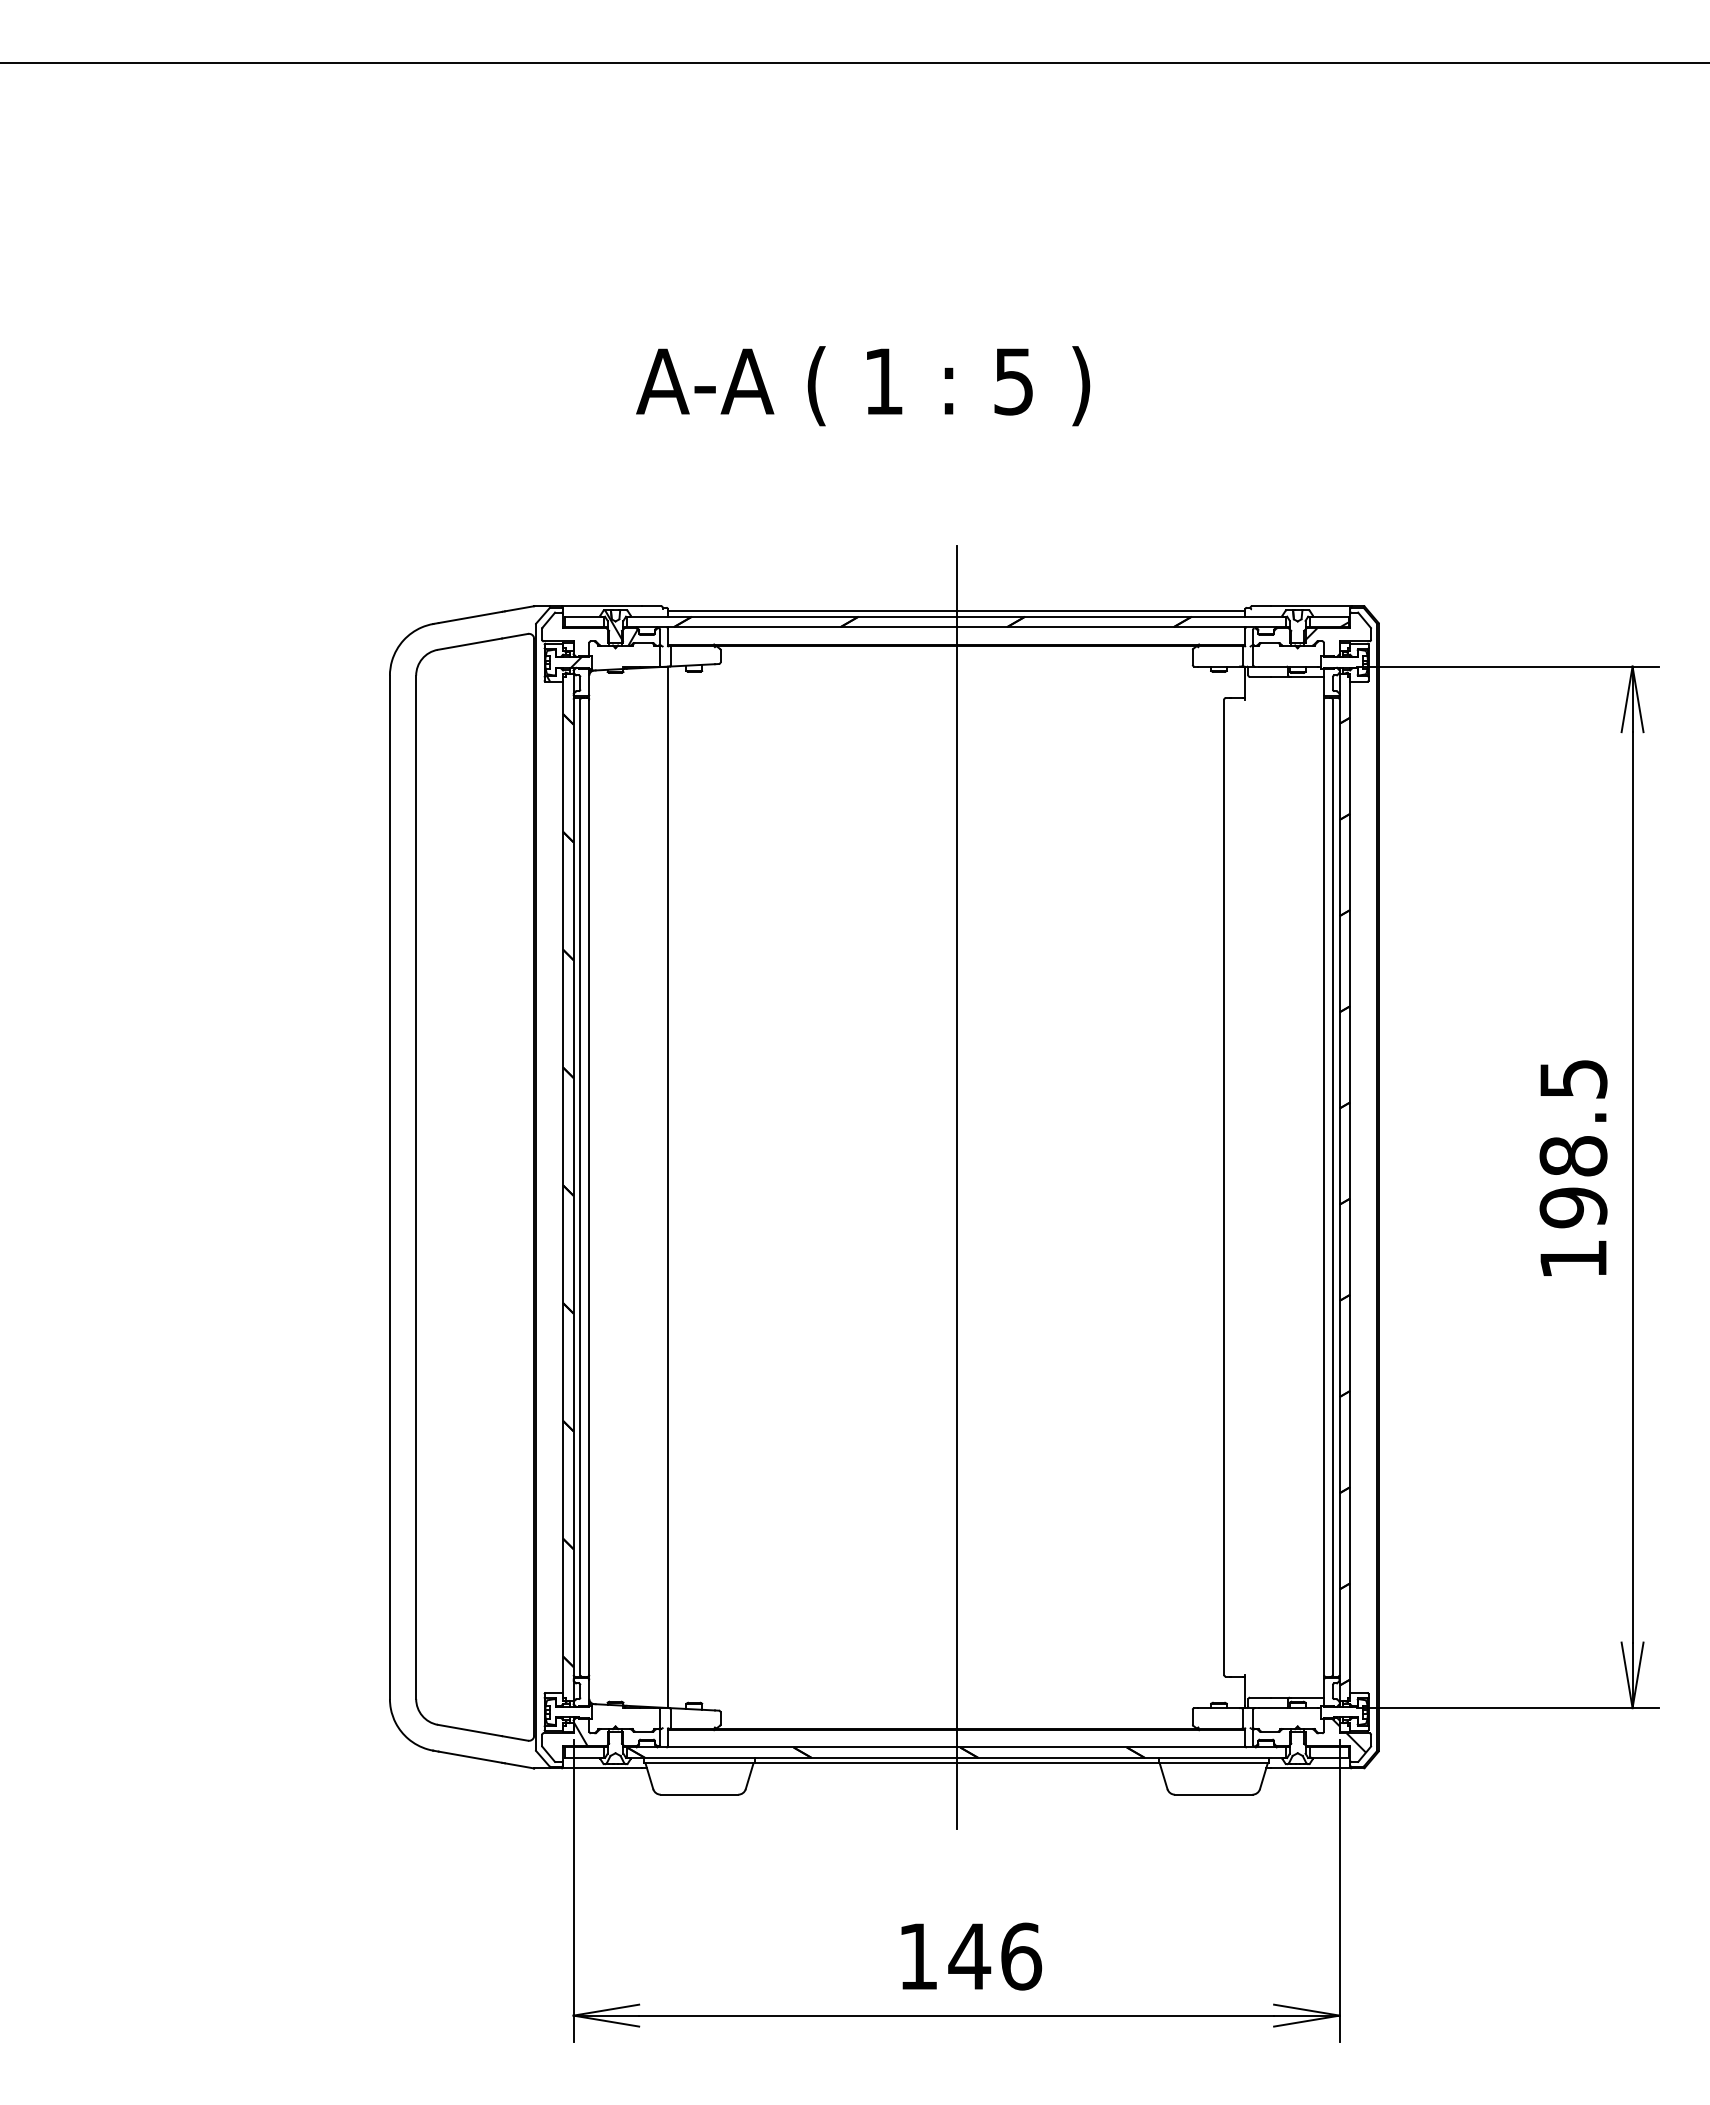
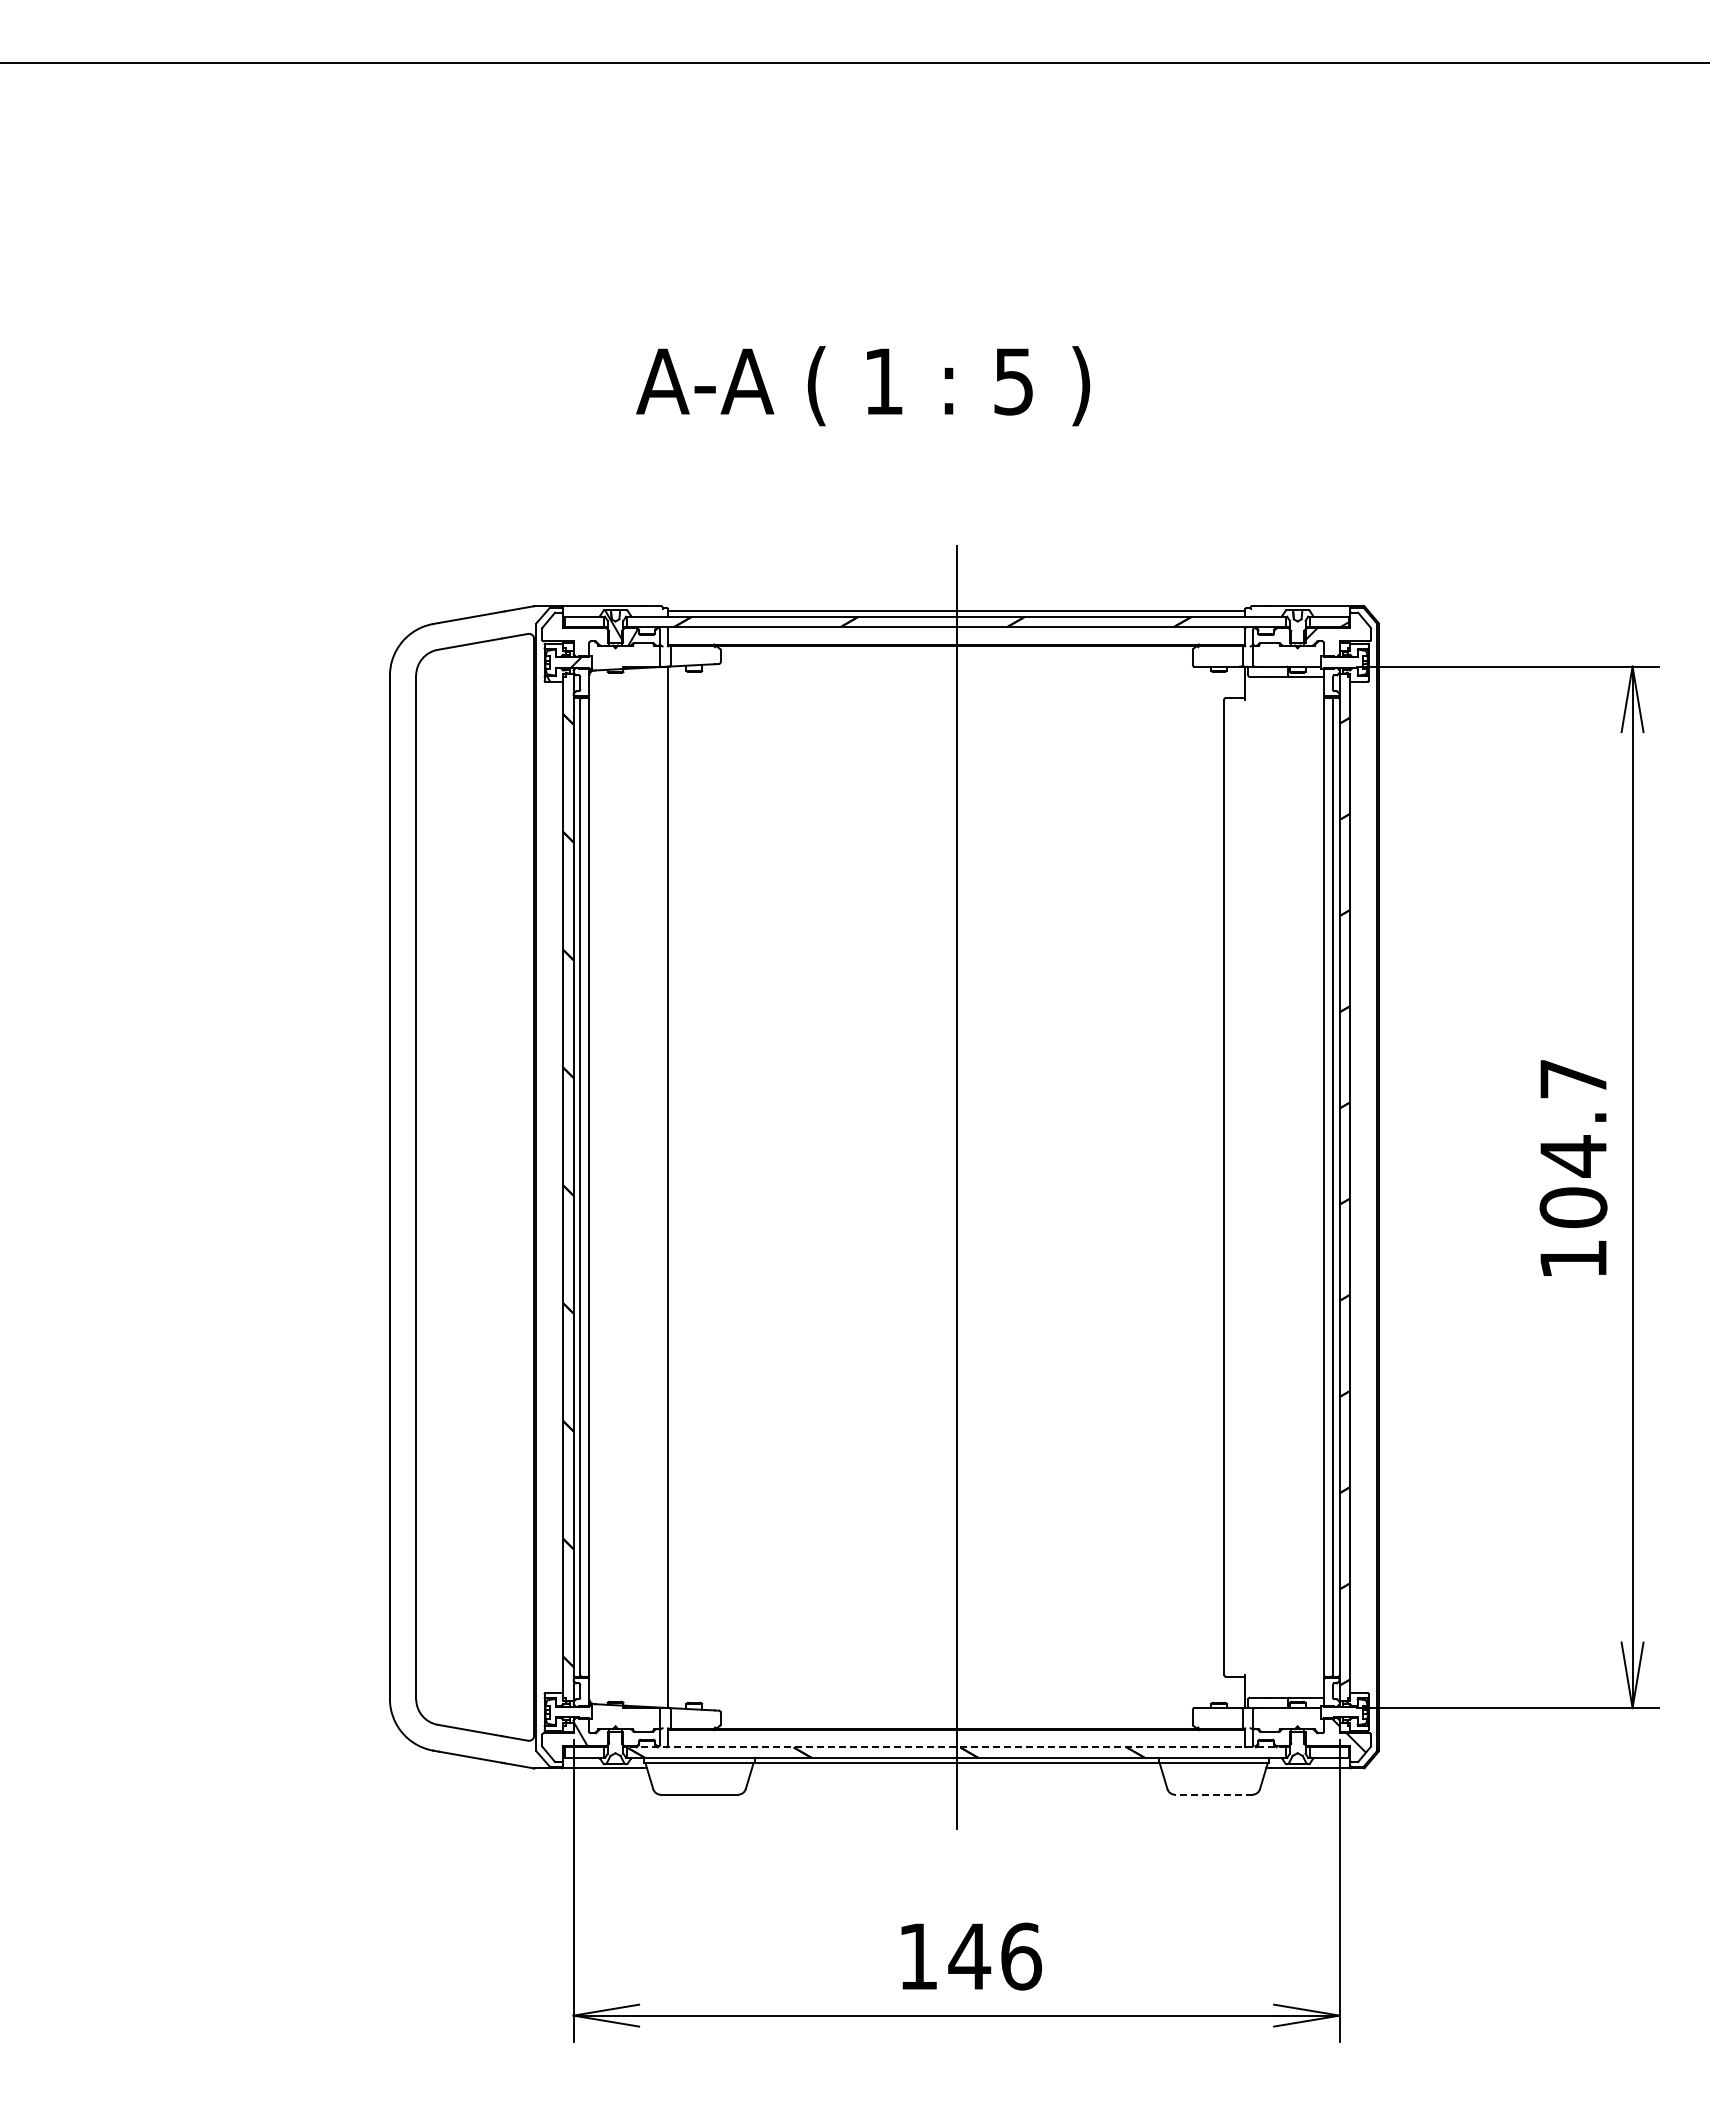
text at (1573, 1144): 198.5 -> 104.7
line at (956, 1747): solid -> dashed
line at (1213, 1794): solid -> dashed
